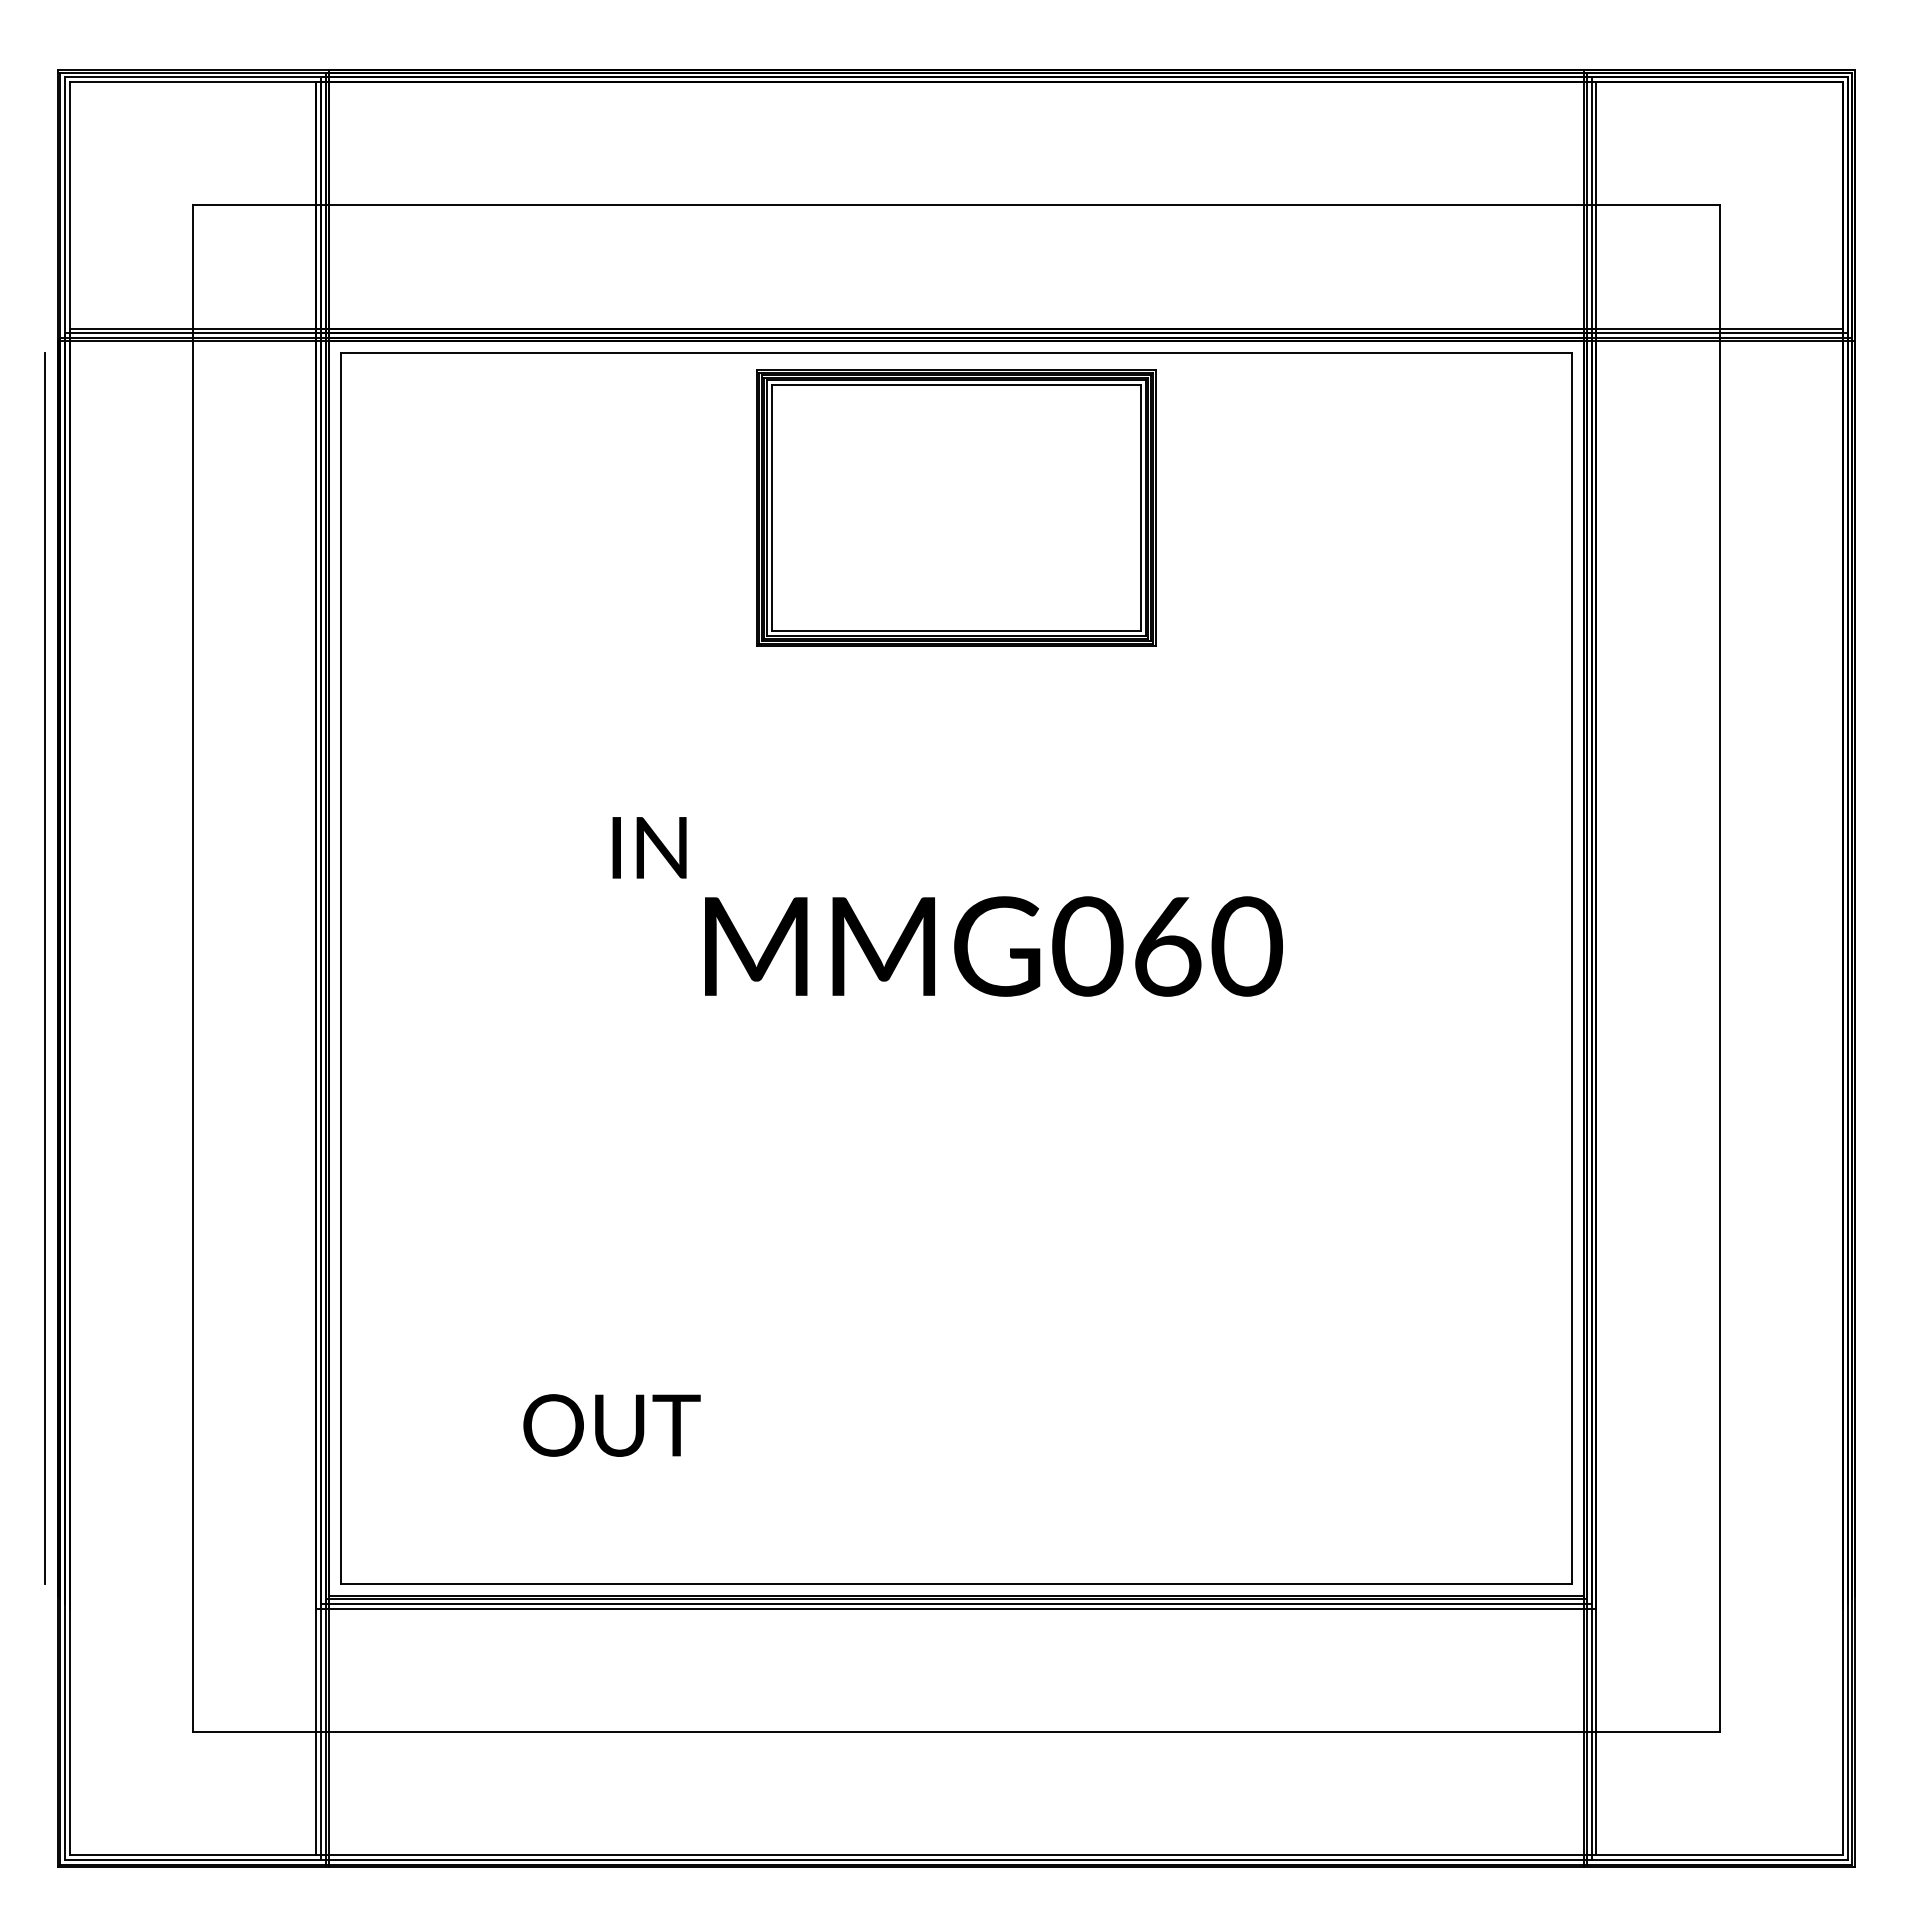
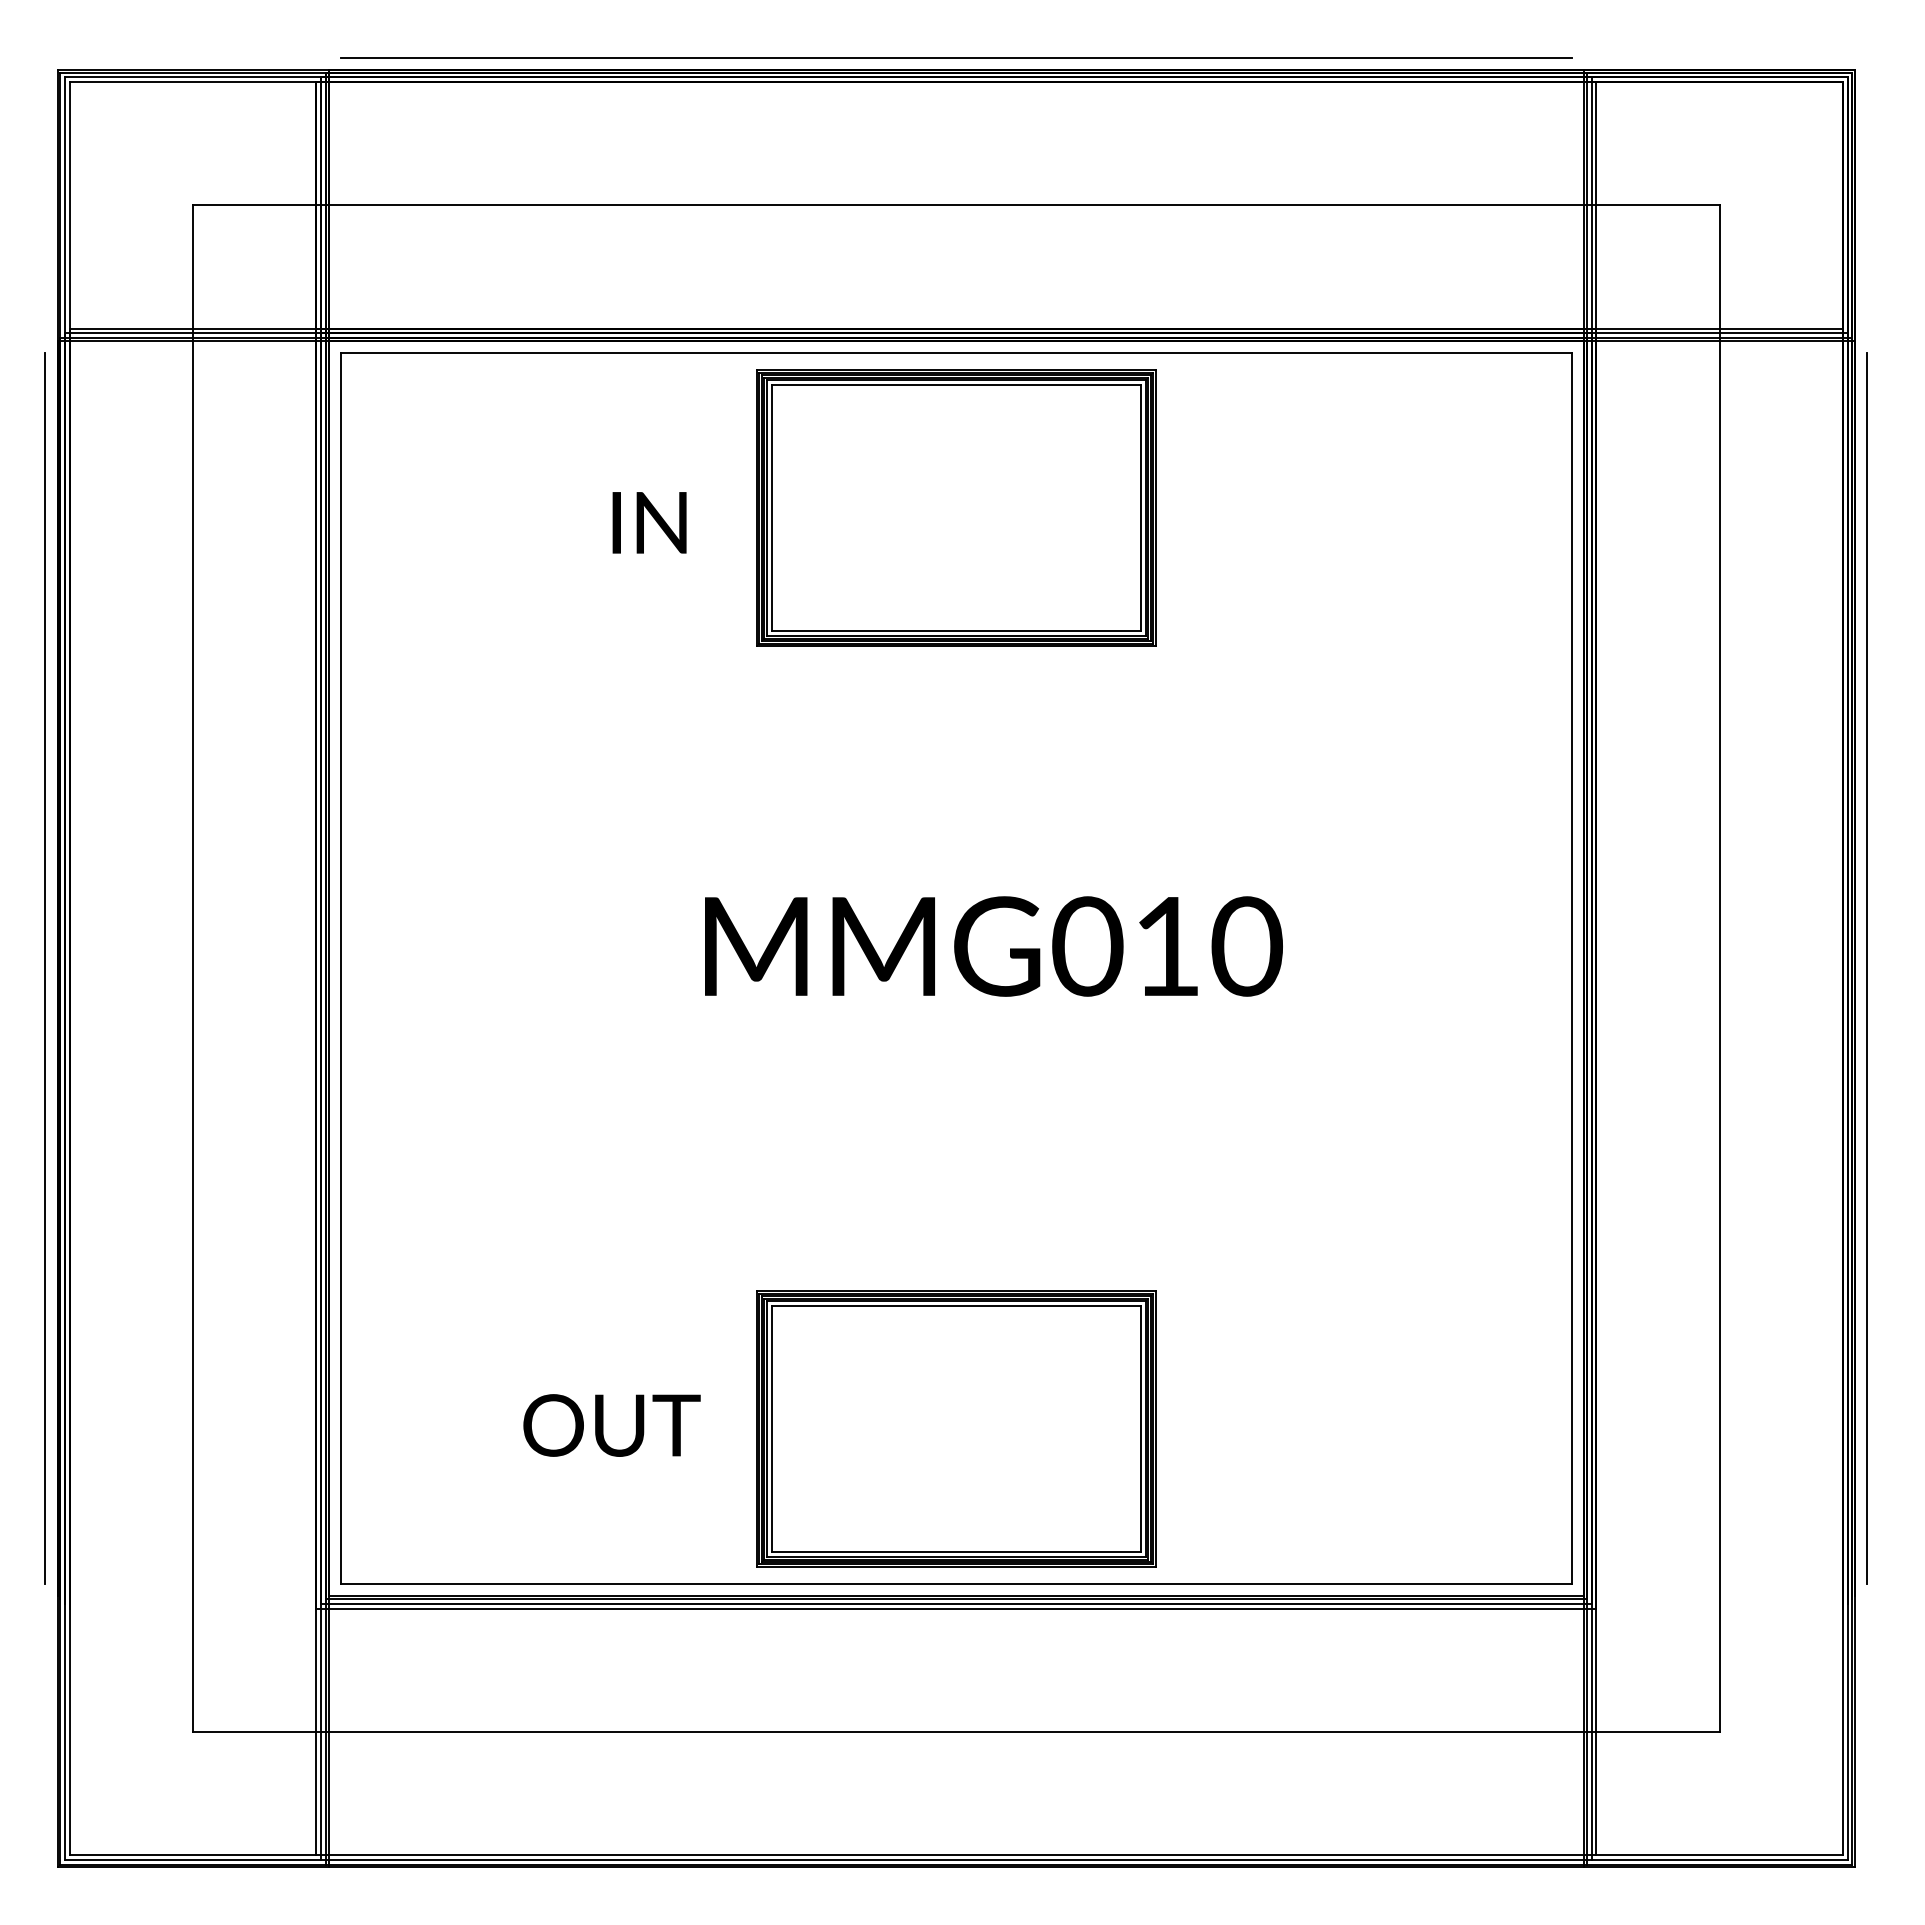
line at (955, 57): none -> present
text at (649, 847) position: (649, 847) -> (649, 522)
text at (1168, 946): MMG060 -> MMG010
line at (1867, 968): none -> present
part at (956, 1428): none -> present
